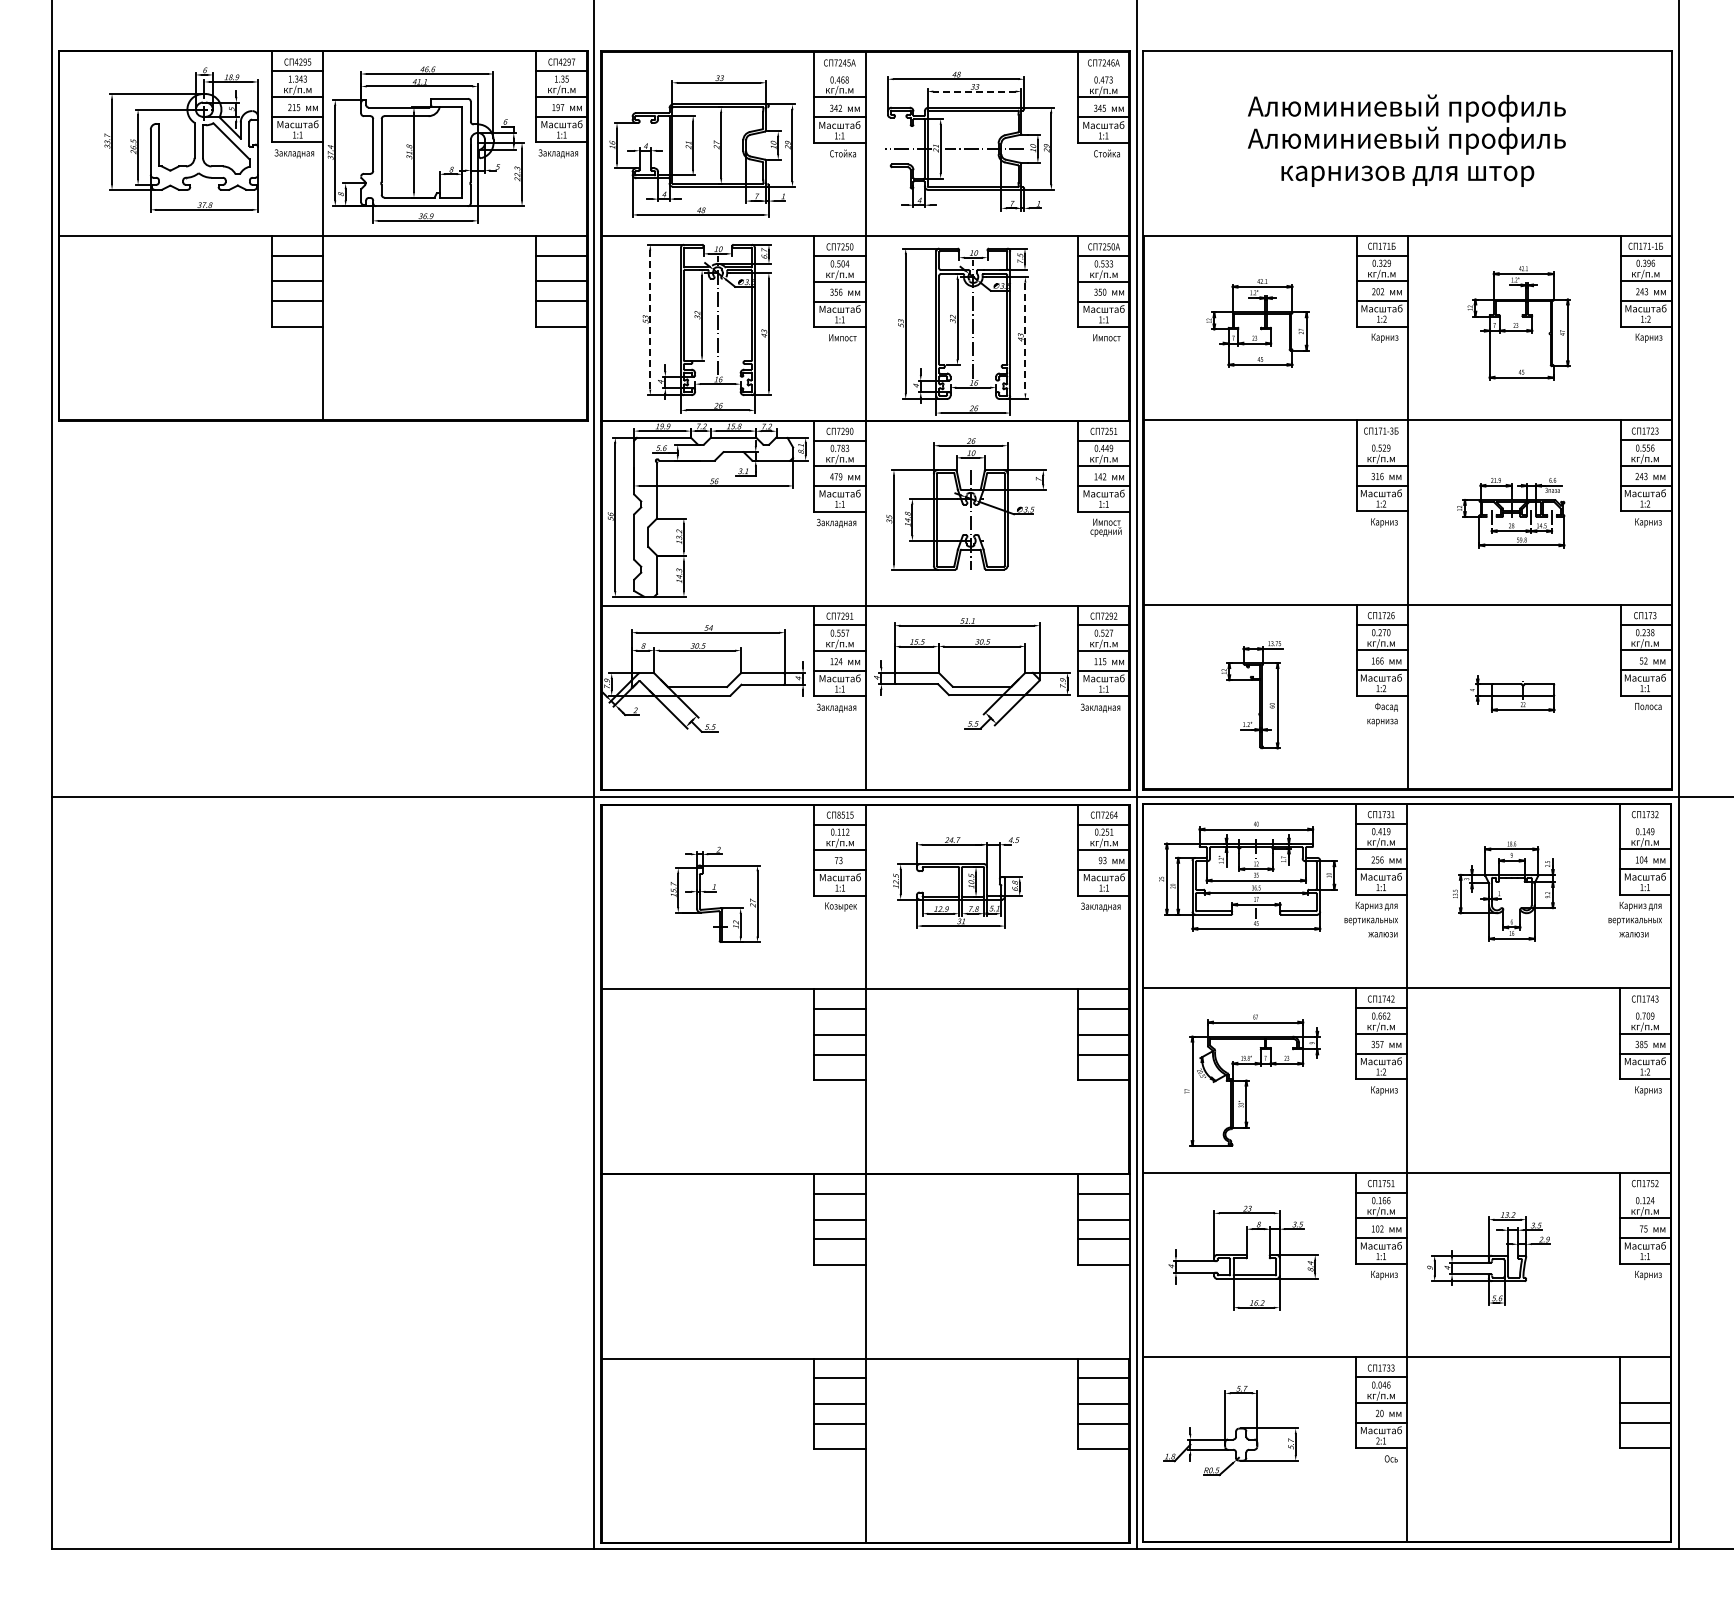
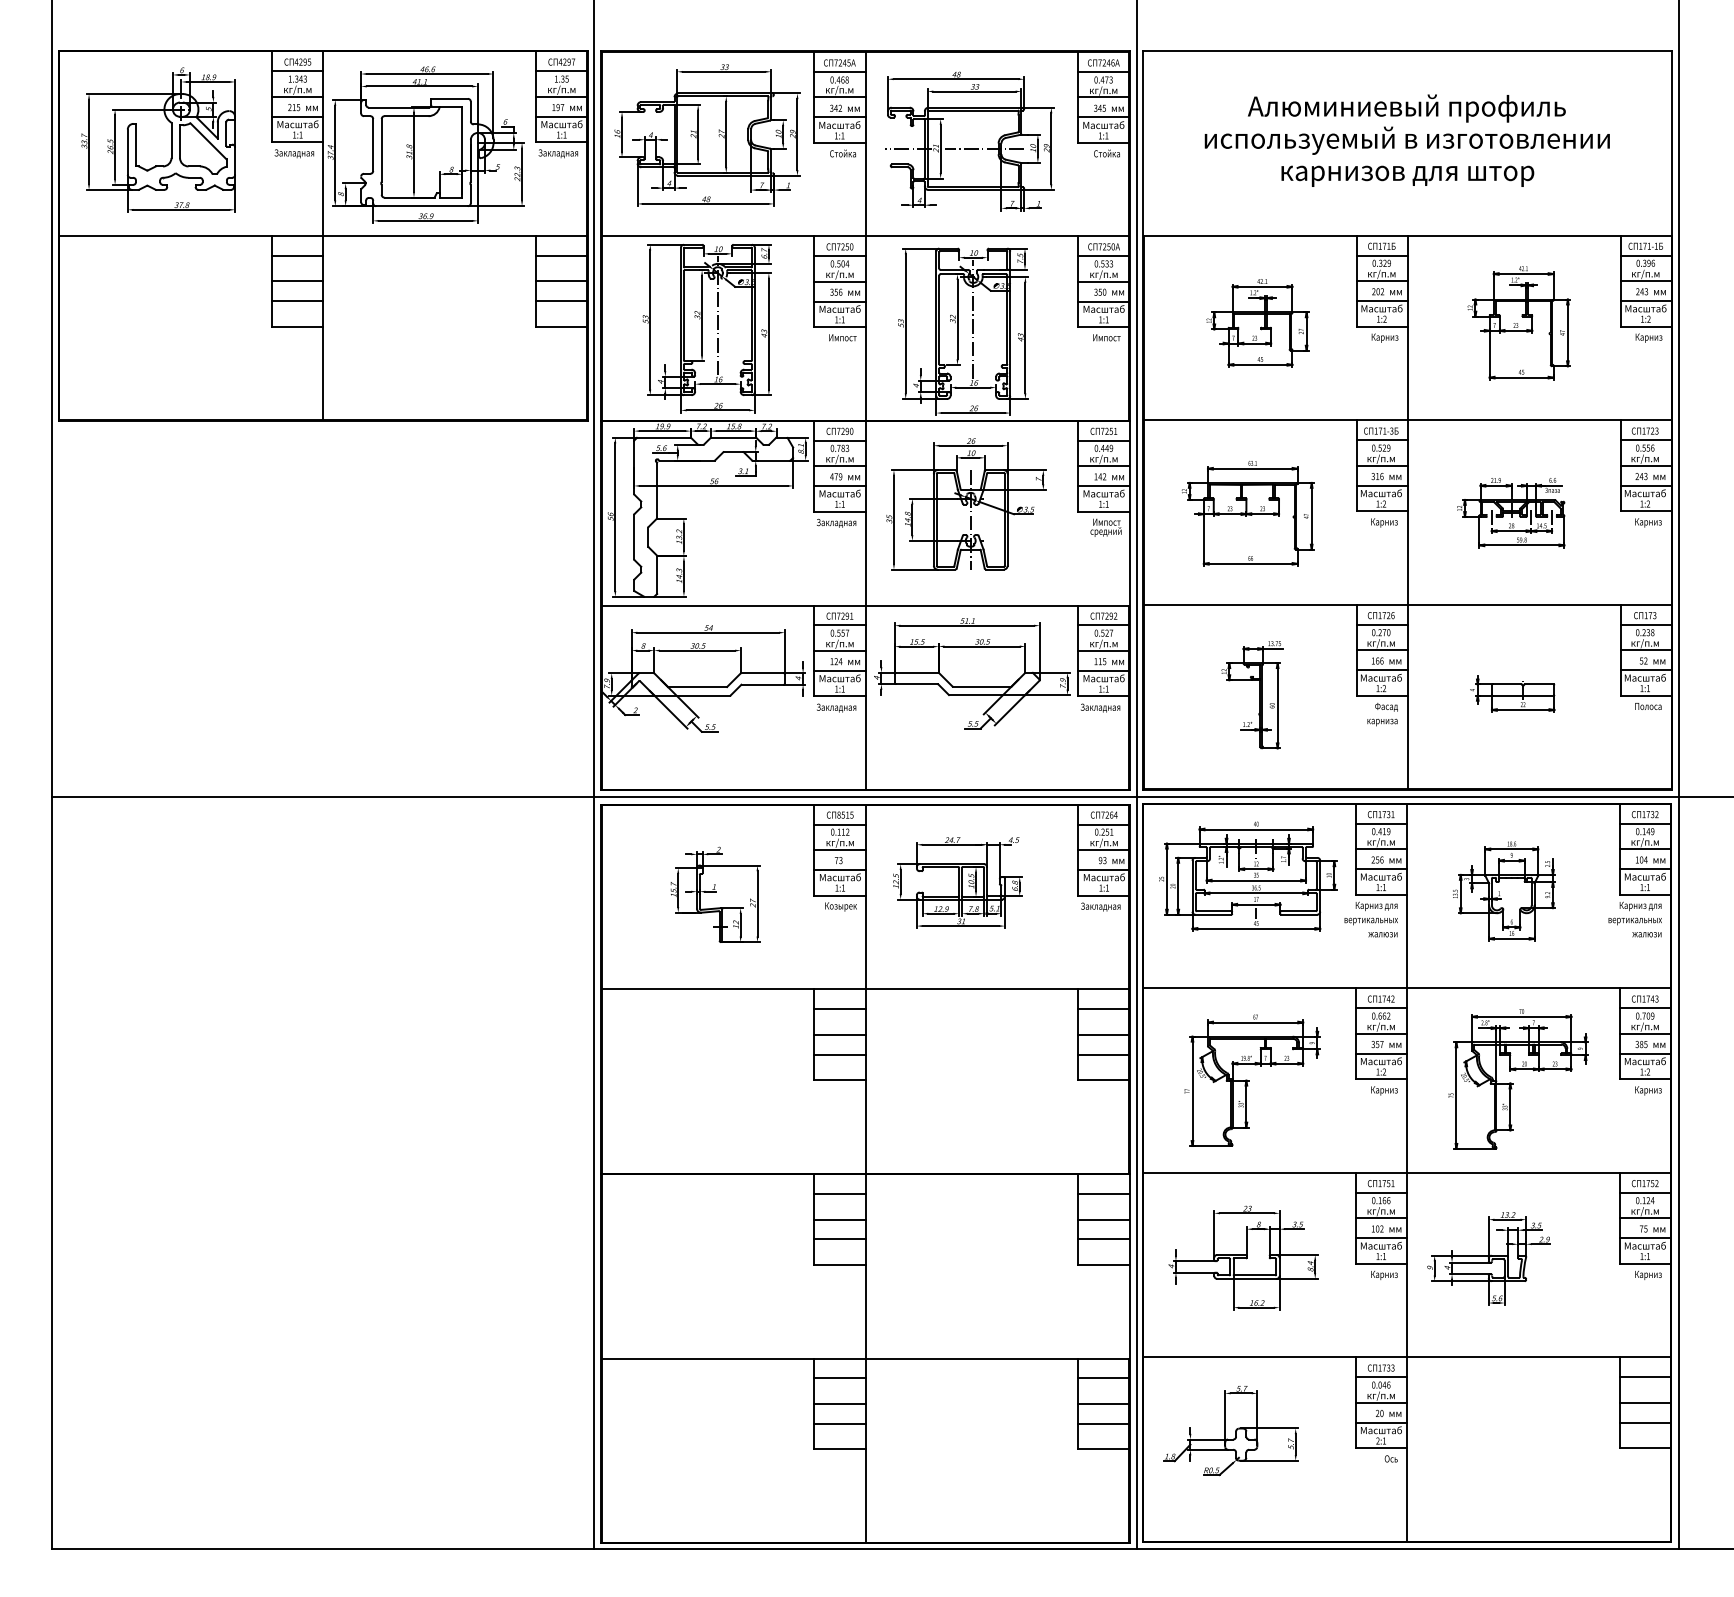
line at (839, 71): none -> present
line at (1103, 71): none -> present
line at (974, 91): dashed -> solid
part at (181, 139) position: (181, 139) -> (158, 139)
text at (1406, 140): Алюминиевый профиль -> используемый в изготовлении
part at (702, 146) position: (702, 146) -> (707, 135)
line at (650, 320): dashed -> solid
line at (1025, 338): dashed -> solid
line at (1381, 440): none -> present
part at (1247, 513): none -> present
line at (1644, 823): none -> present
text at (1633, 934) position: (1633, 934) -> (1646, 934)
line at (1644, 1008): none -> present
part at (1513, 1083): none -> present
line at (1644, 1192): none -> present
line at (1644, 1377): none -> present
